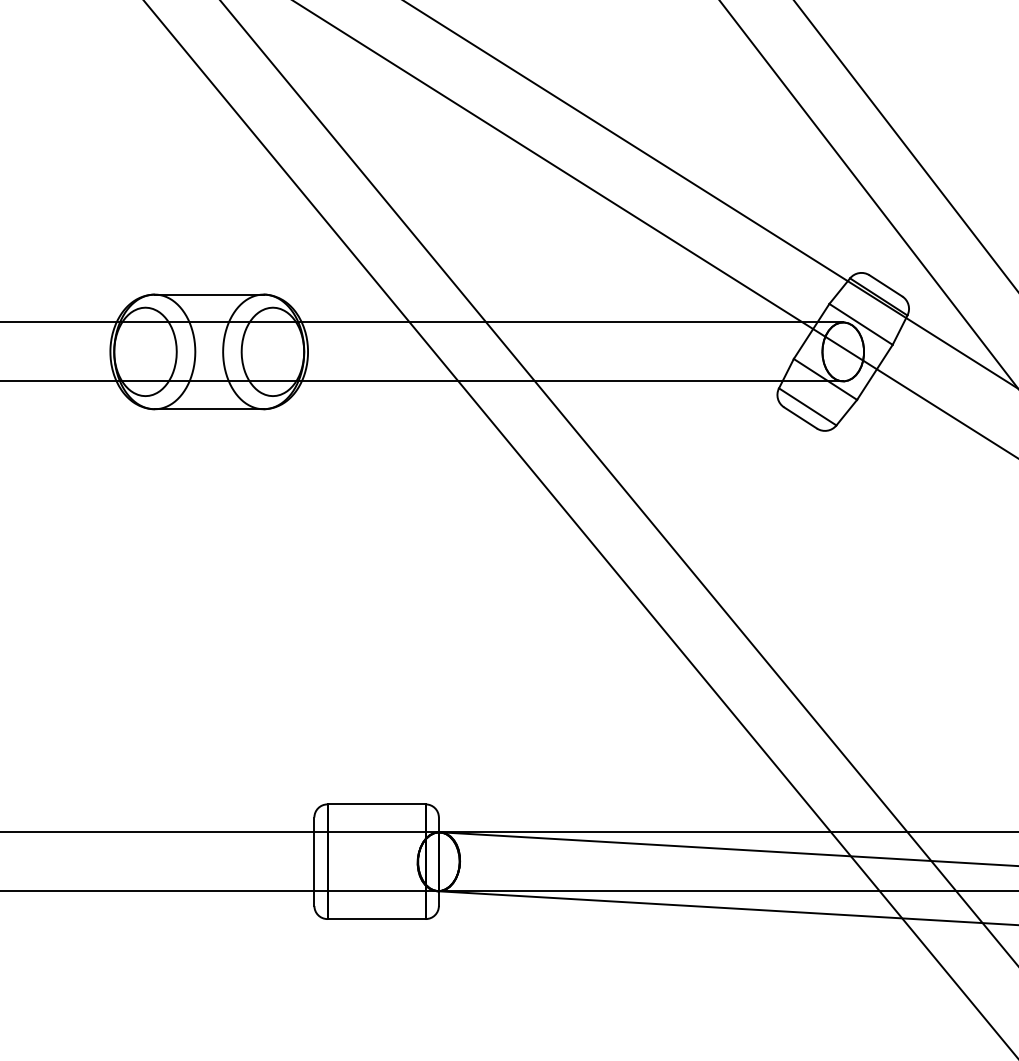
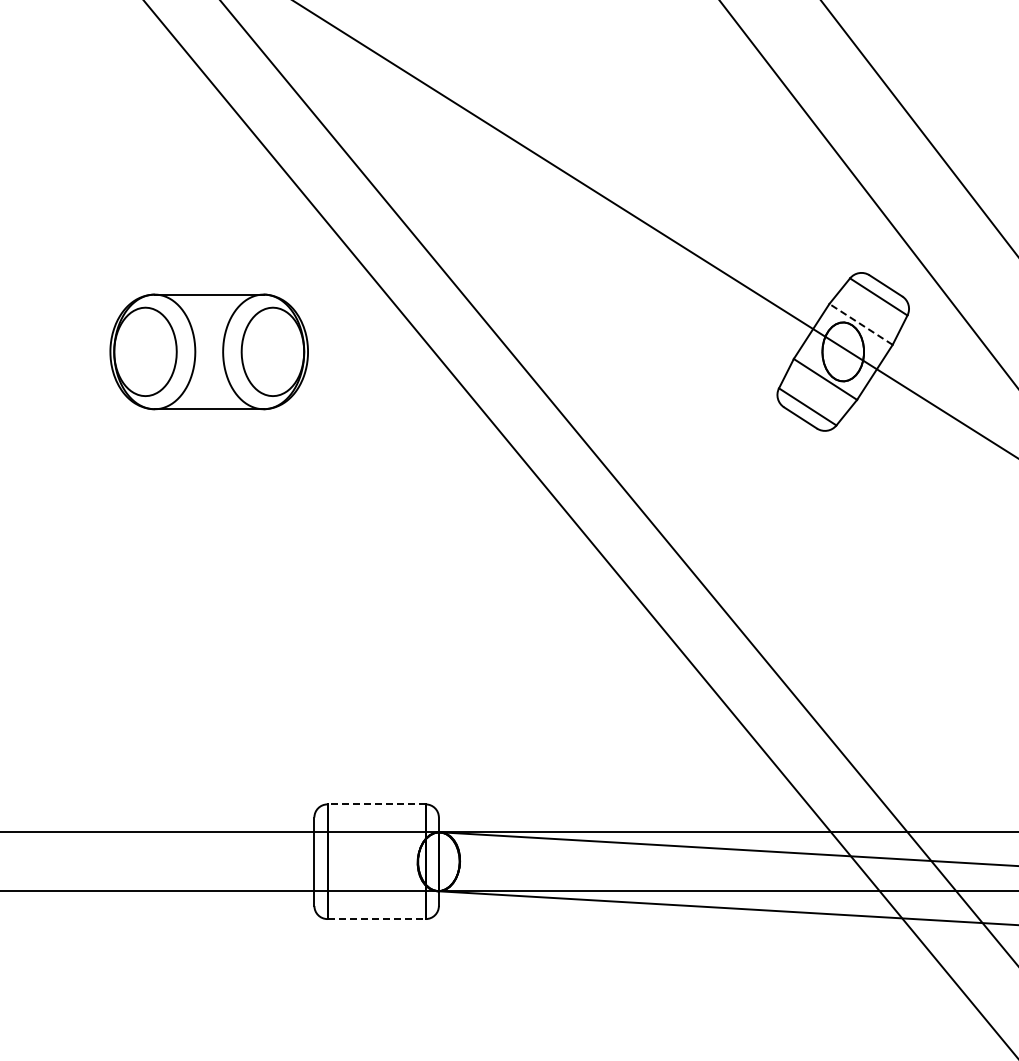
line at (905, 145) position: (905, 145) -> (918, 127)
line at (710, 194): present -> none
line at (422, 322): present -> none
line at (861, 324): solid -> dashed
line at (422, 381): present -> none
line at (376, 804): solid -> dashed
line at (377, 919): solid -> dashed
